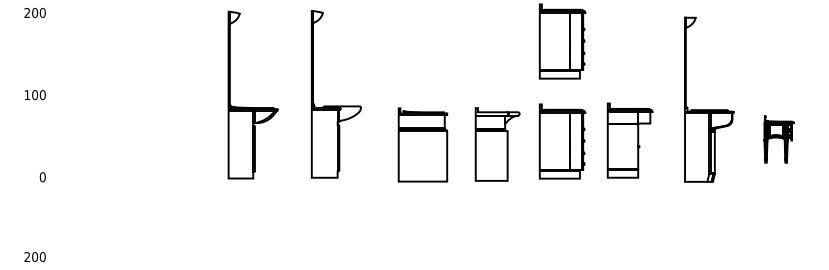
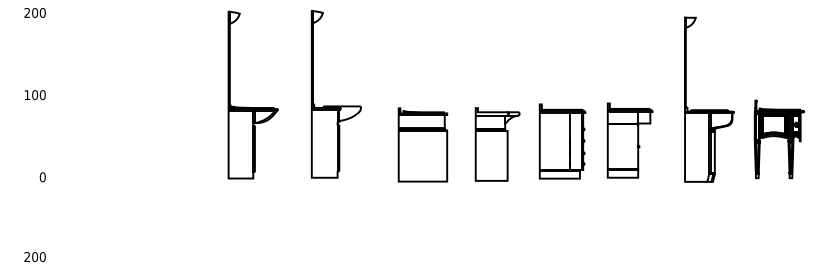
part at (562, 41): present -> none
part at (778, 139) size: 32x49 px -> 52x81 px
